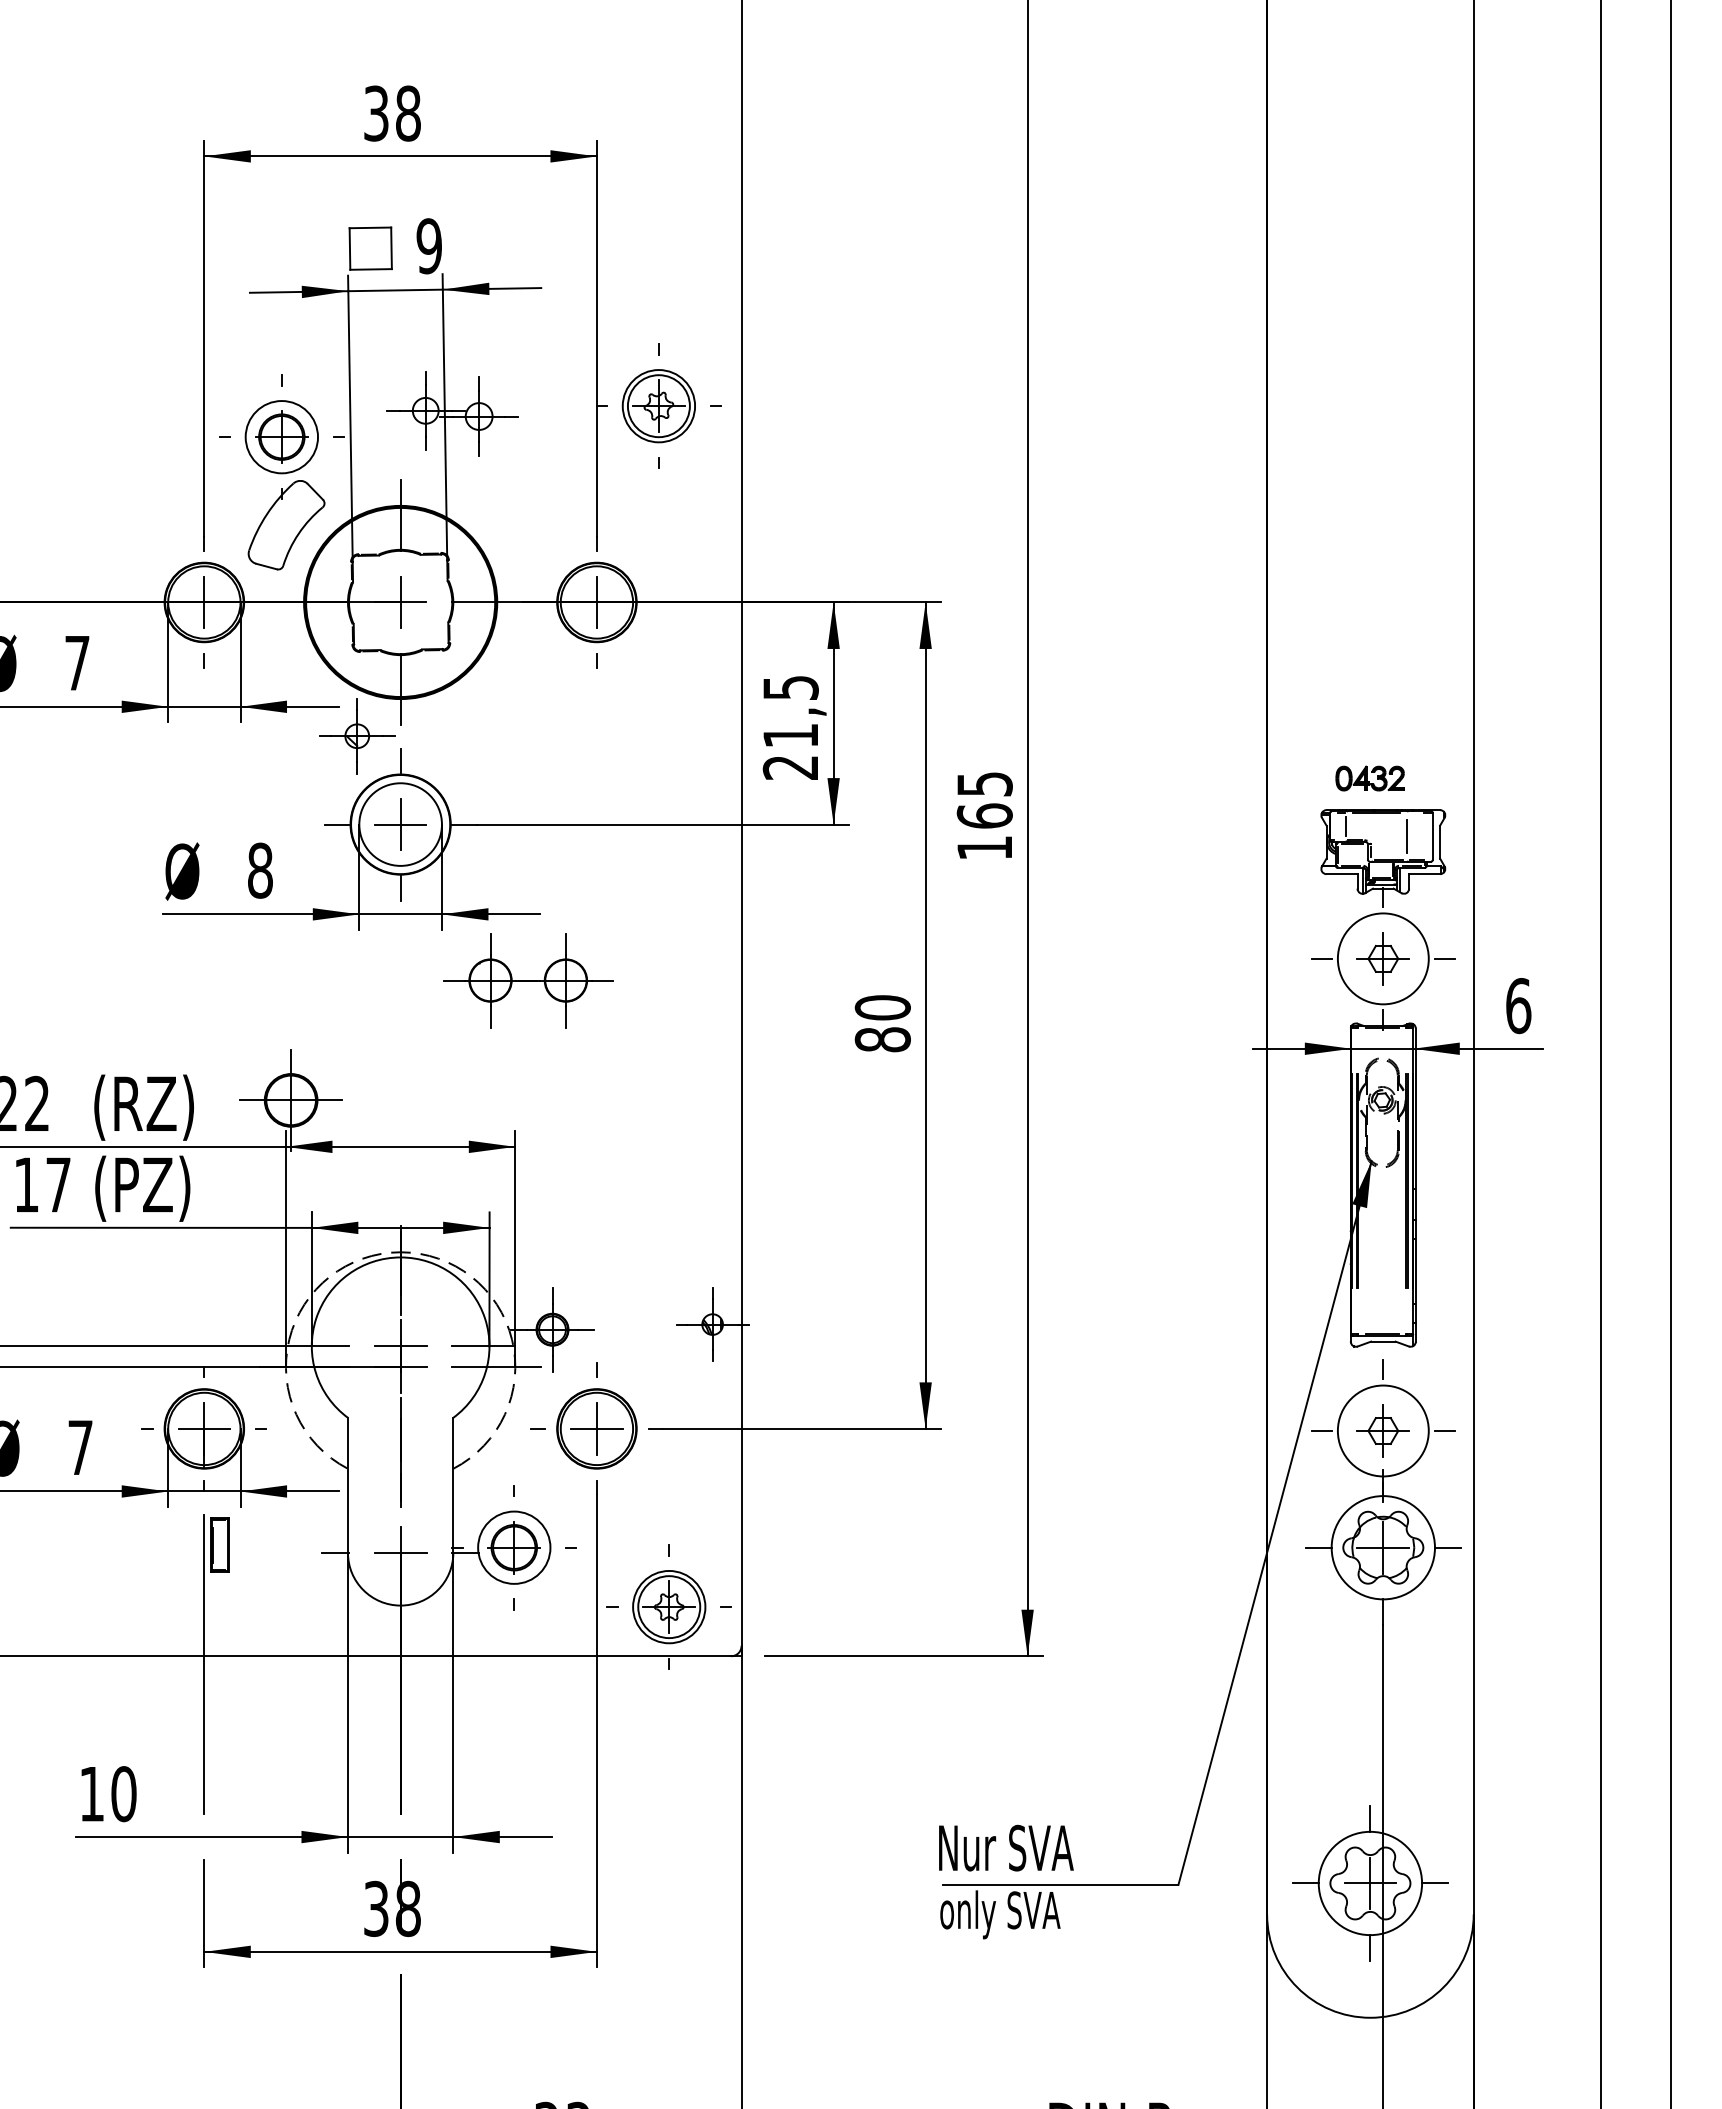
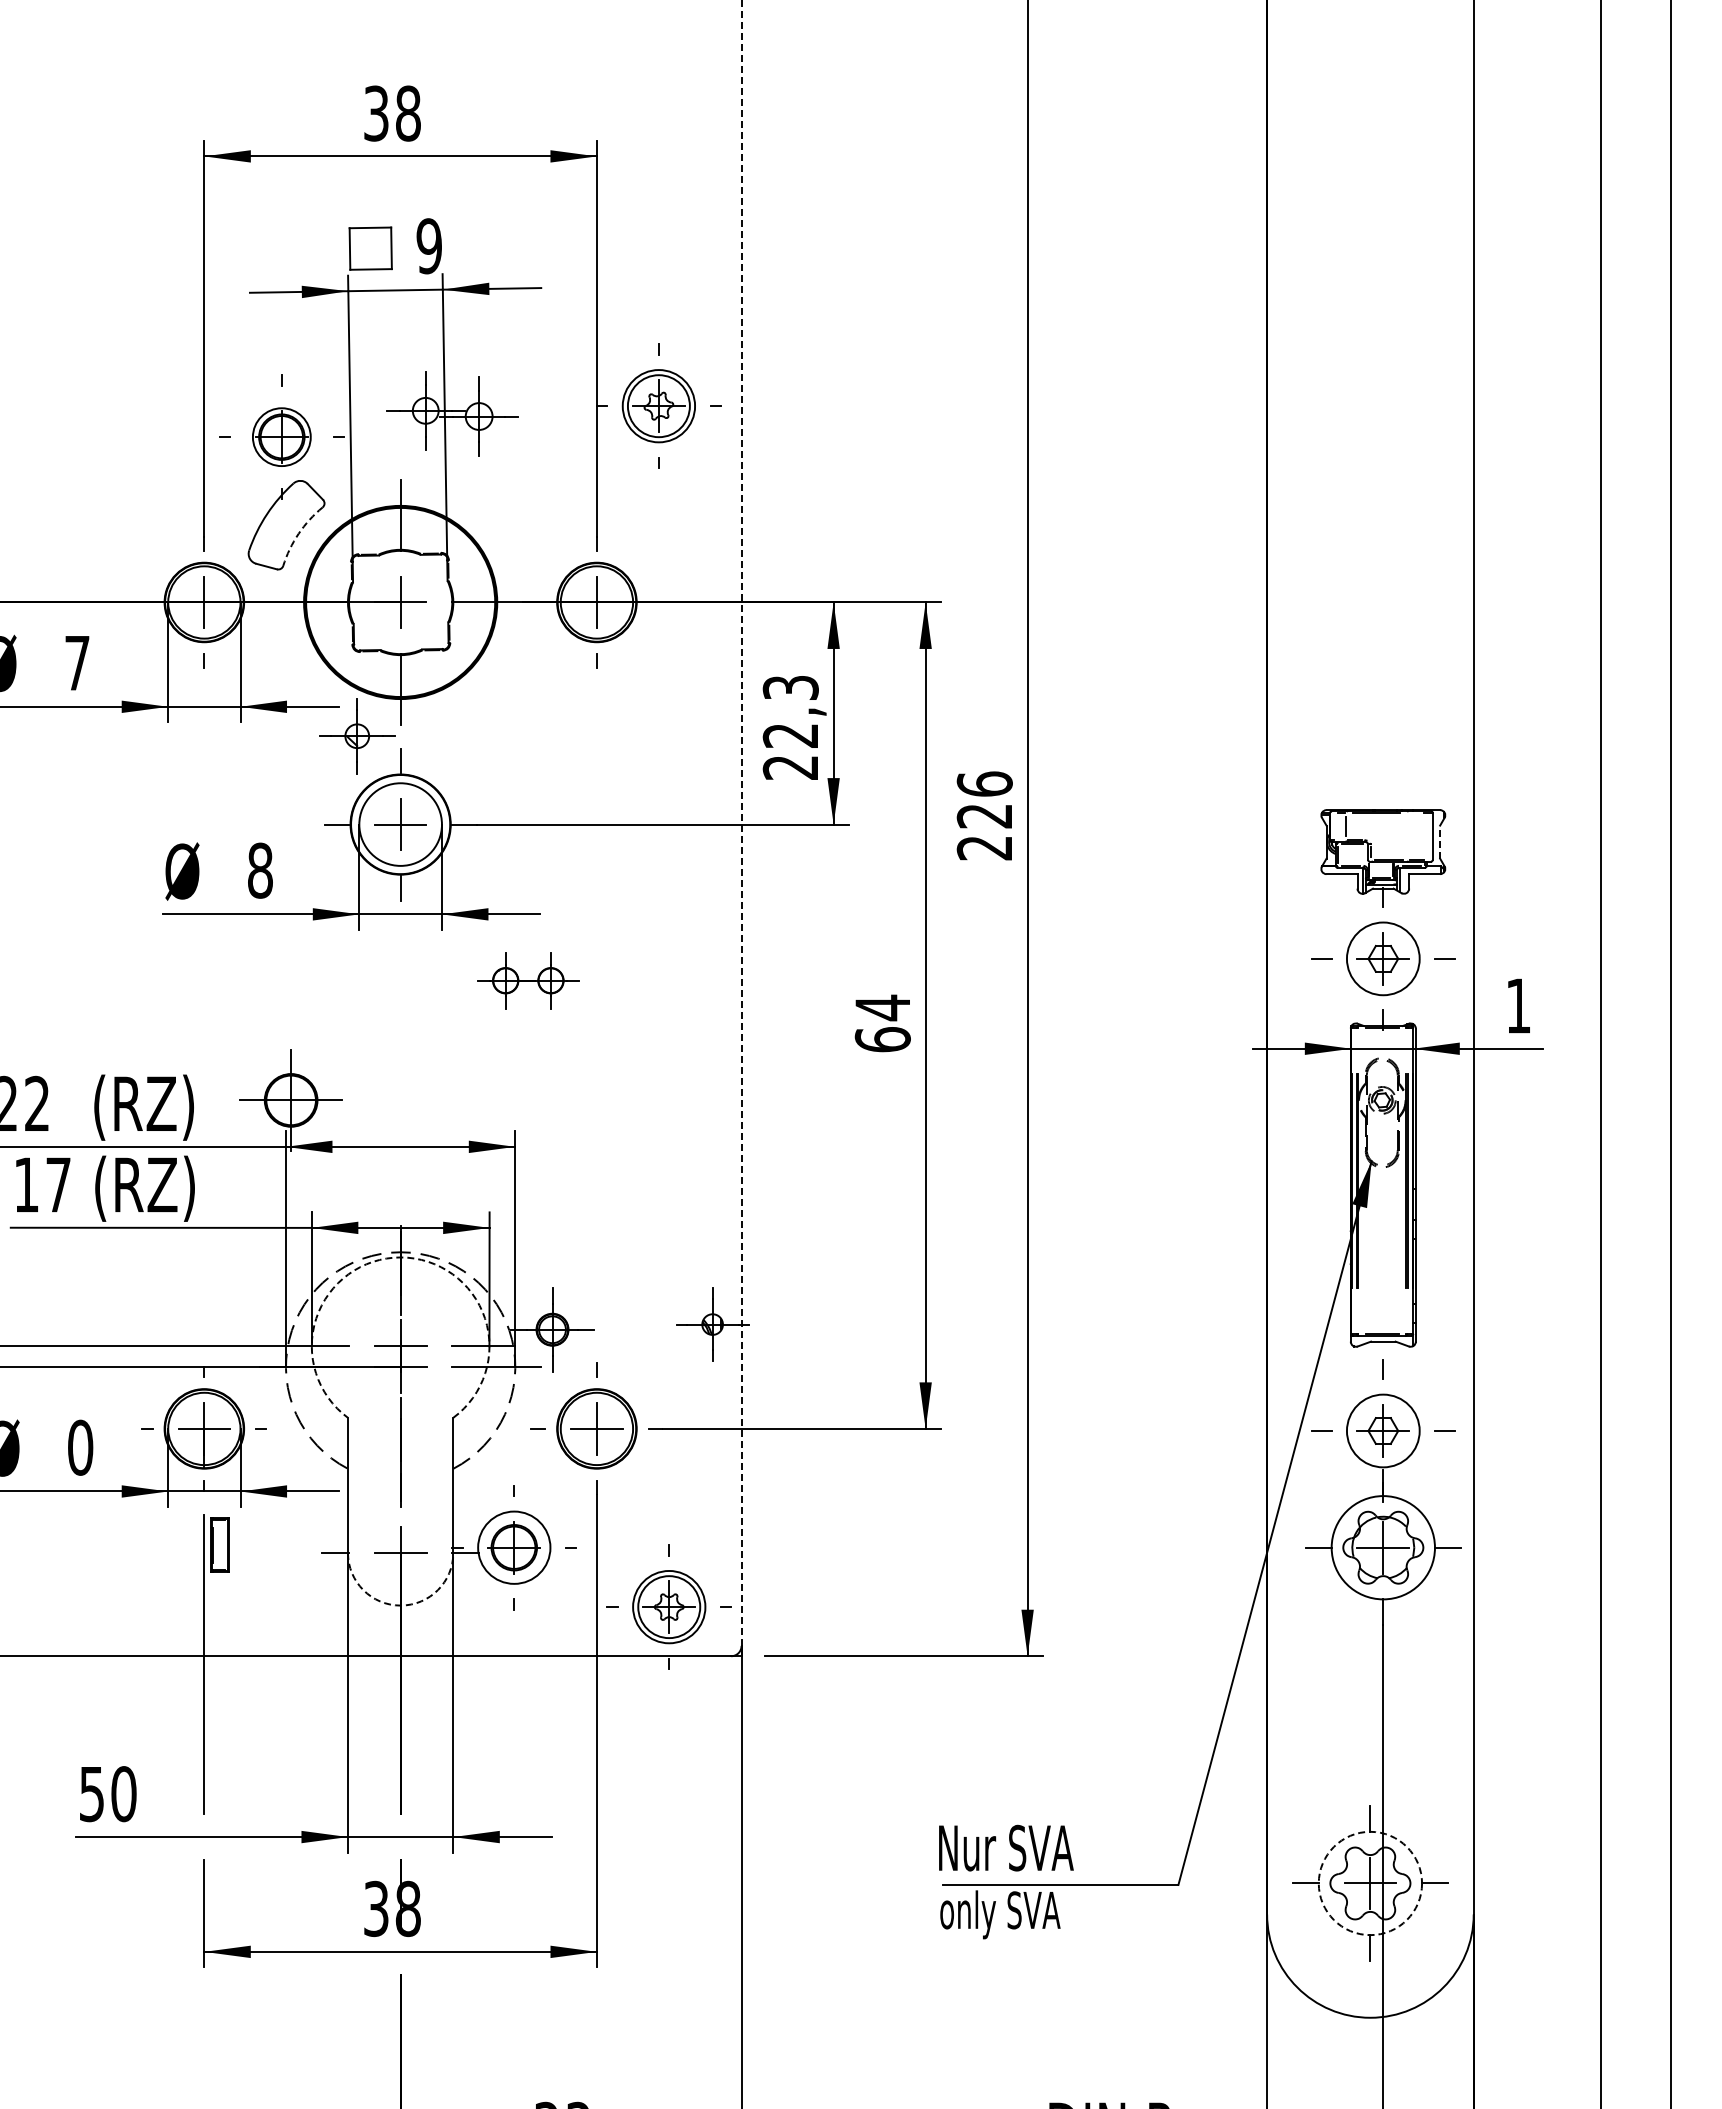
circle at (281, 437) diameter: 72 px -> 58 px
arc at (298, 533): solid -> dashed
text at (790, 711): 21,5 -> 22,3
part at (1369, 778): present -> none
text at (984, 815): 165 -> 226
line at (741, 822): solid -> dashed
line at (1406, 836): present -> none
line at (1440, 842): solid -> dashed
circle at (1382, 958) diameter: 91 px -> 73 px
part at (528, 980) size: 171x96 px -> 103x58 px
text at (1518, 1006): 6 -> 1
text at (882, 1023): 80 -> 64
text at (157, 1188): (PZ) -> (RZ)
arc at (400, 1257): solid -> dashed
circle at (1382, 1430) diameter: 91 px -> 73 px
text at (80, 1447): 7 -> 0
arc at (400, 1605): solid -> dashed
text at (91, 1794): 10 -> 50
circle at (1370, 1883): solid -> dashed
